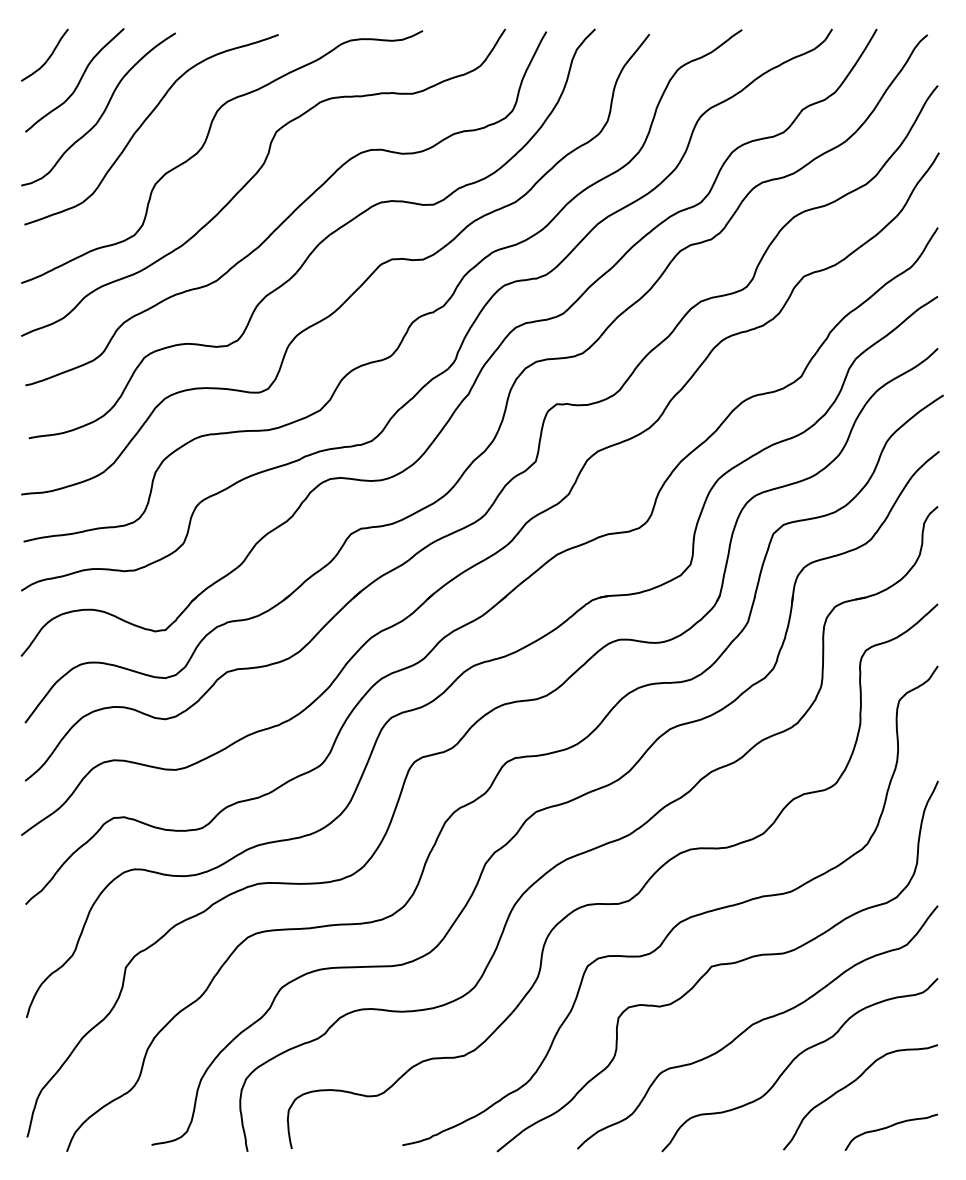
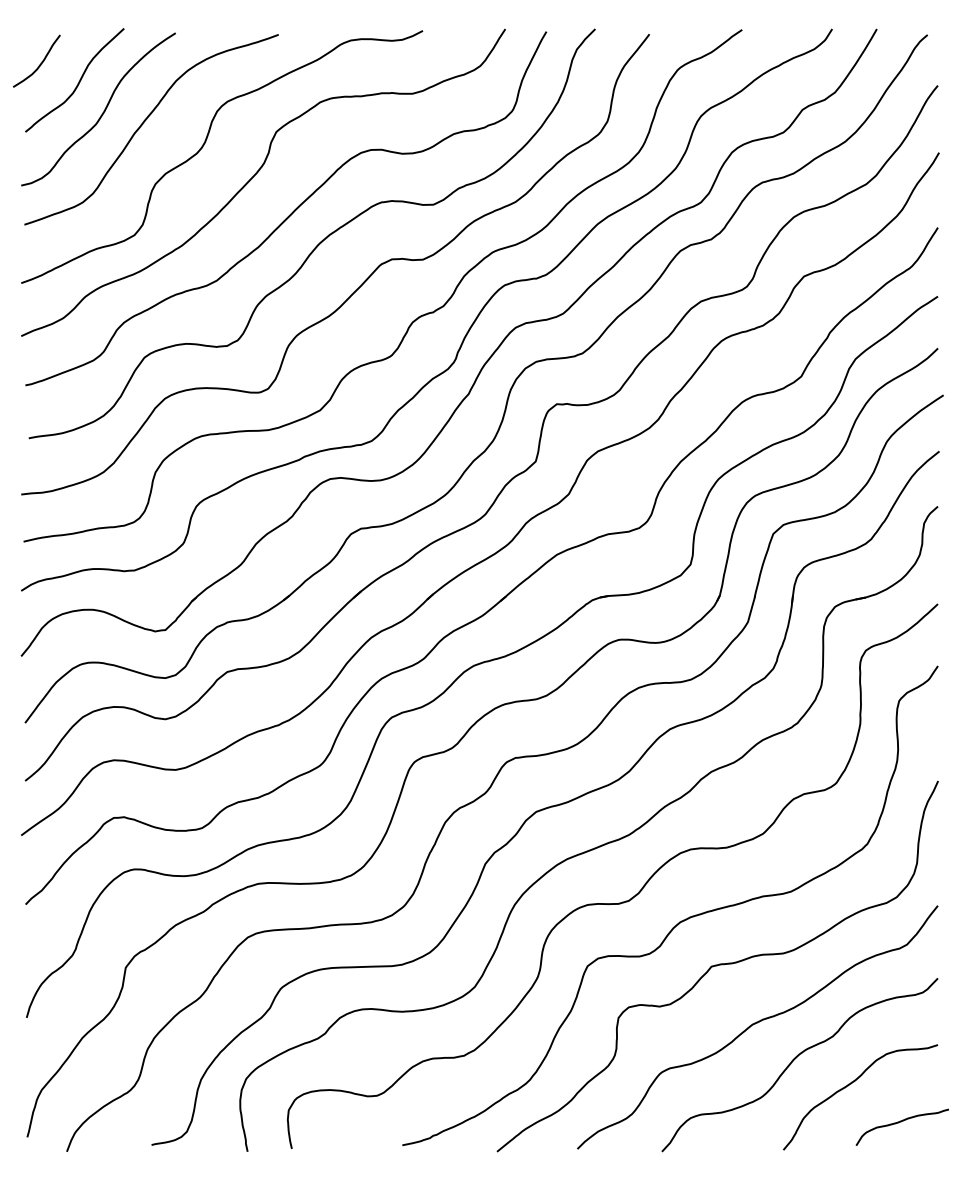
curve at (48, 57) position: (48, 57) -> (40, 63)
curve at (890, 1127) position: (890, 1127) -> (901, 1122)
